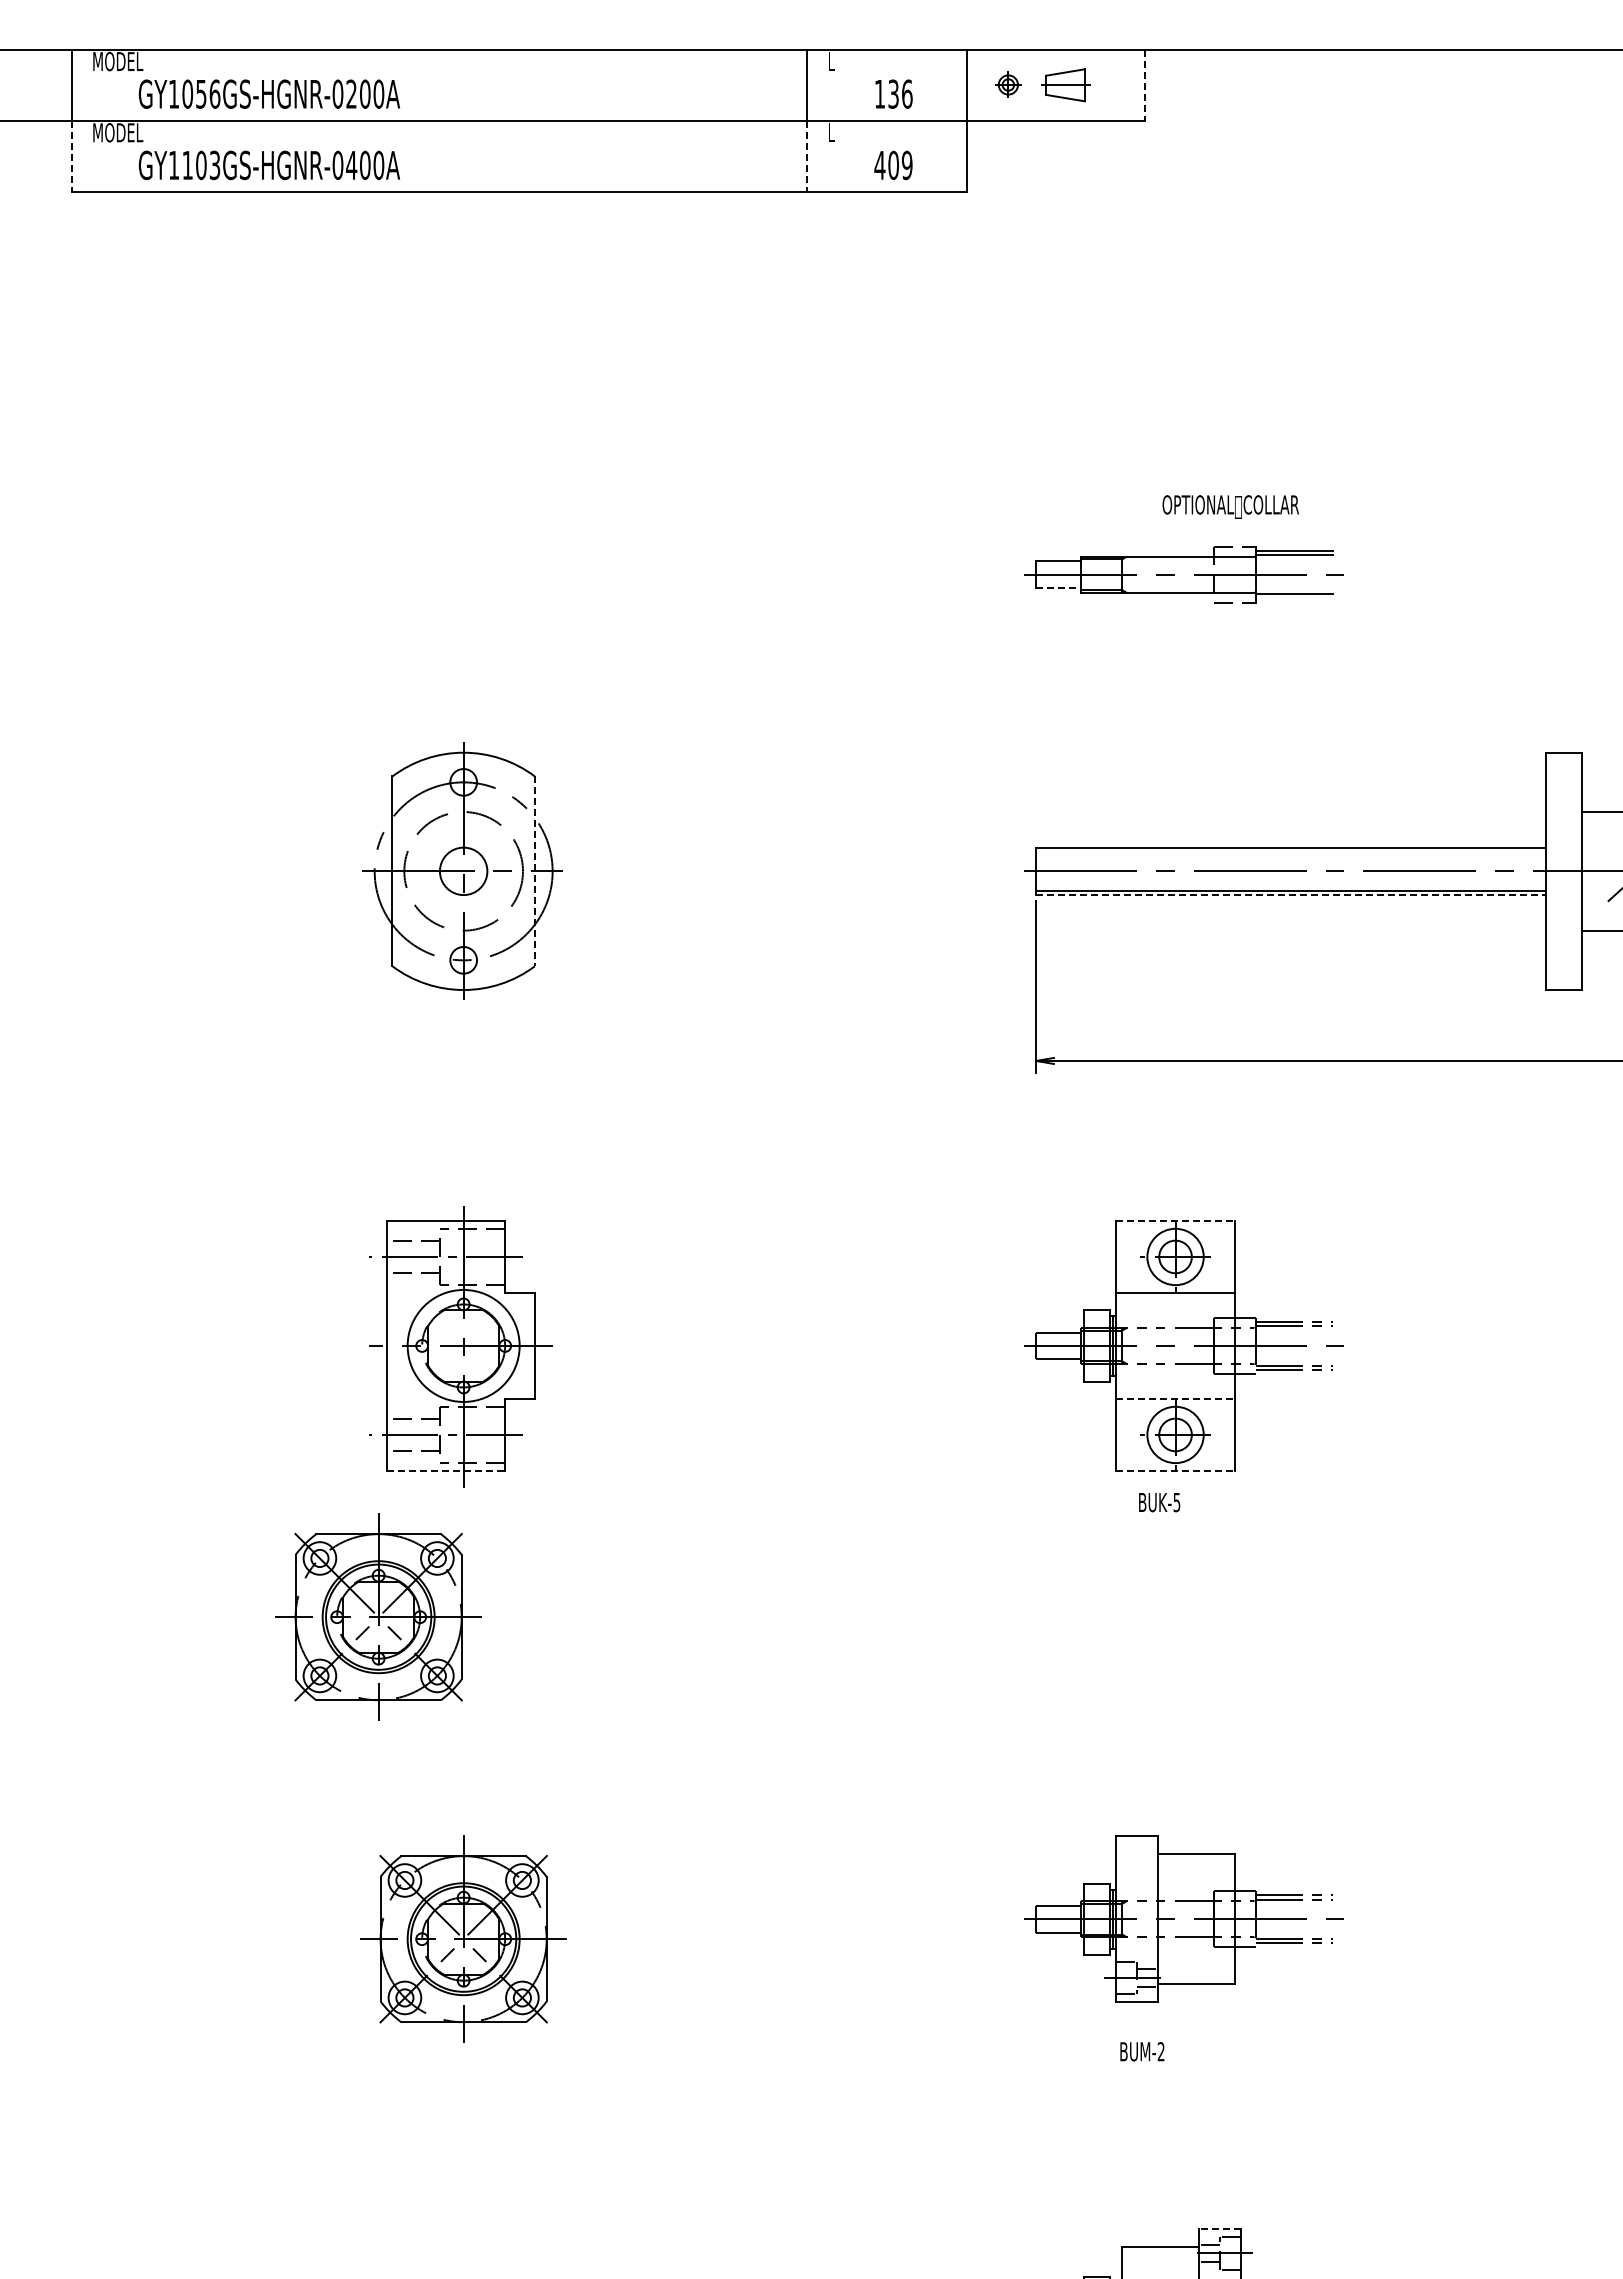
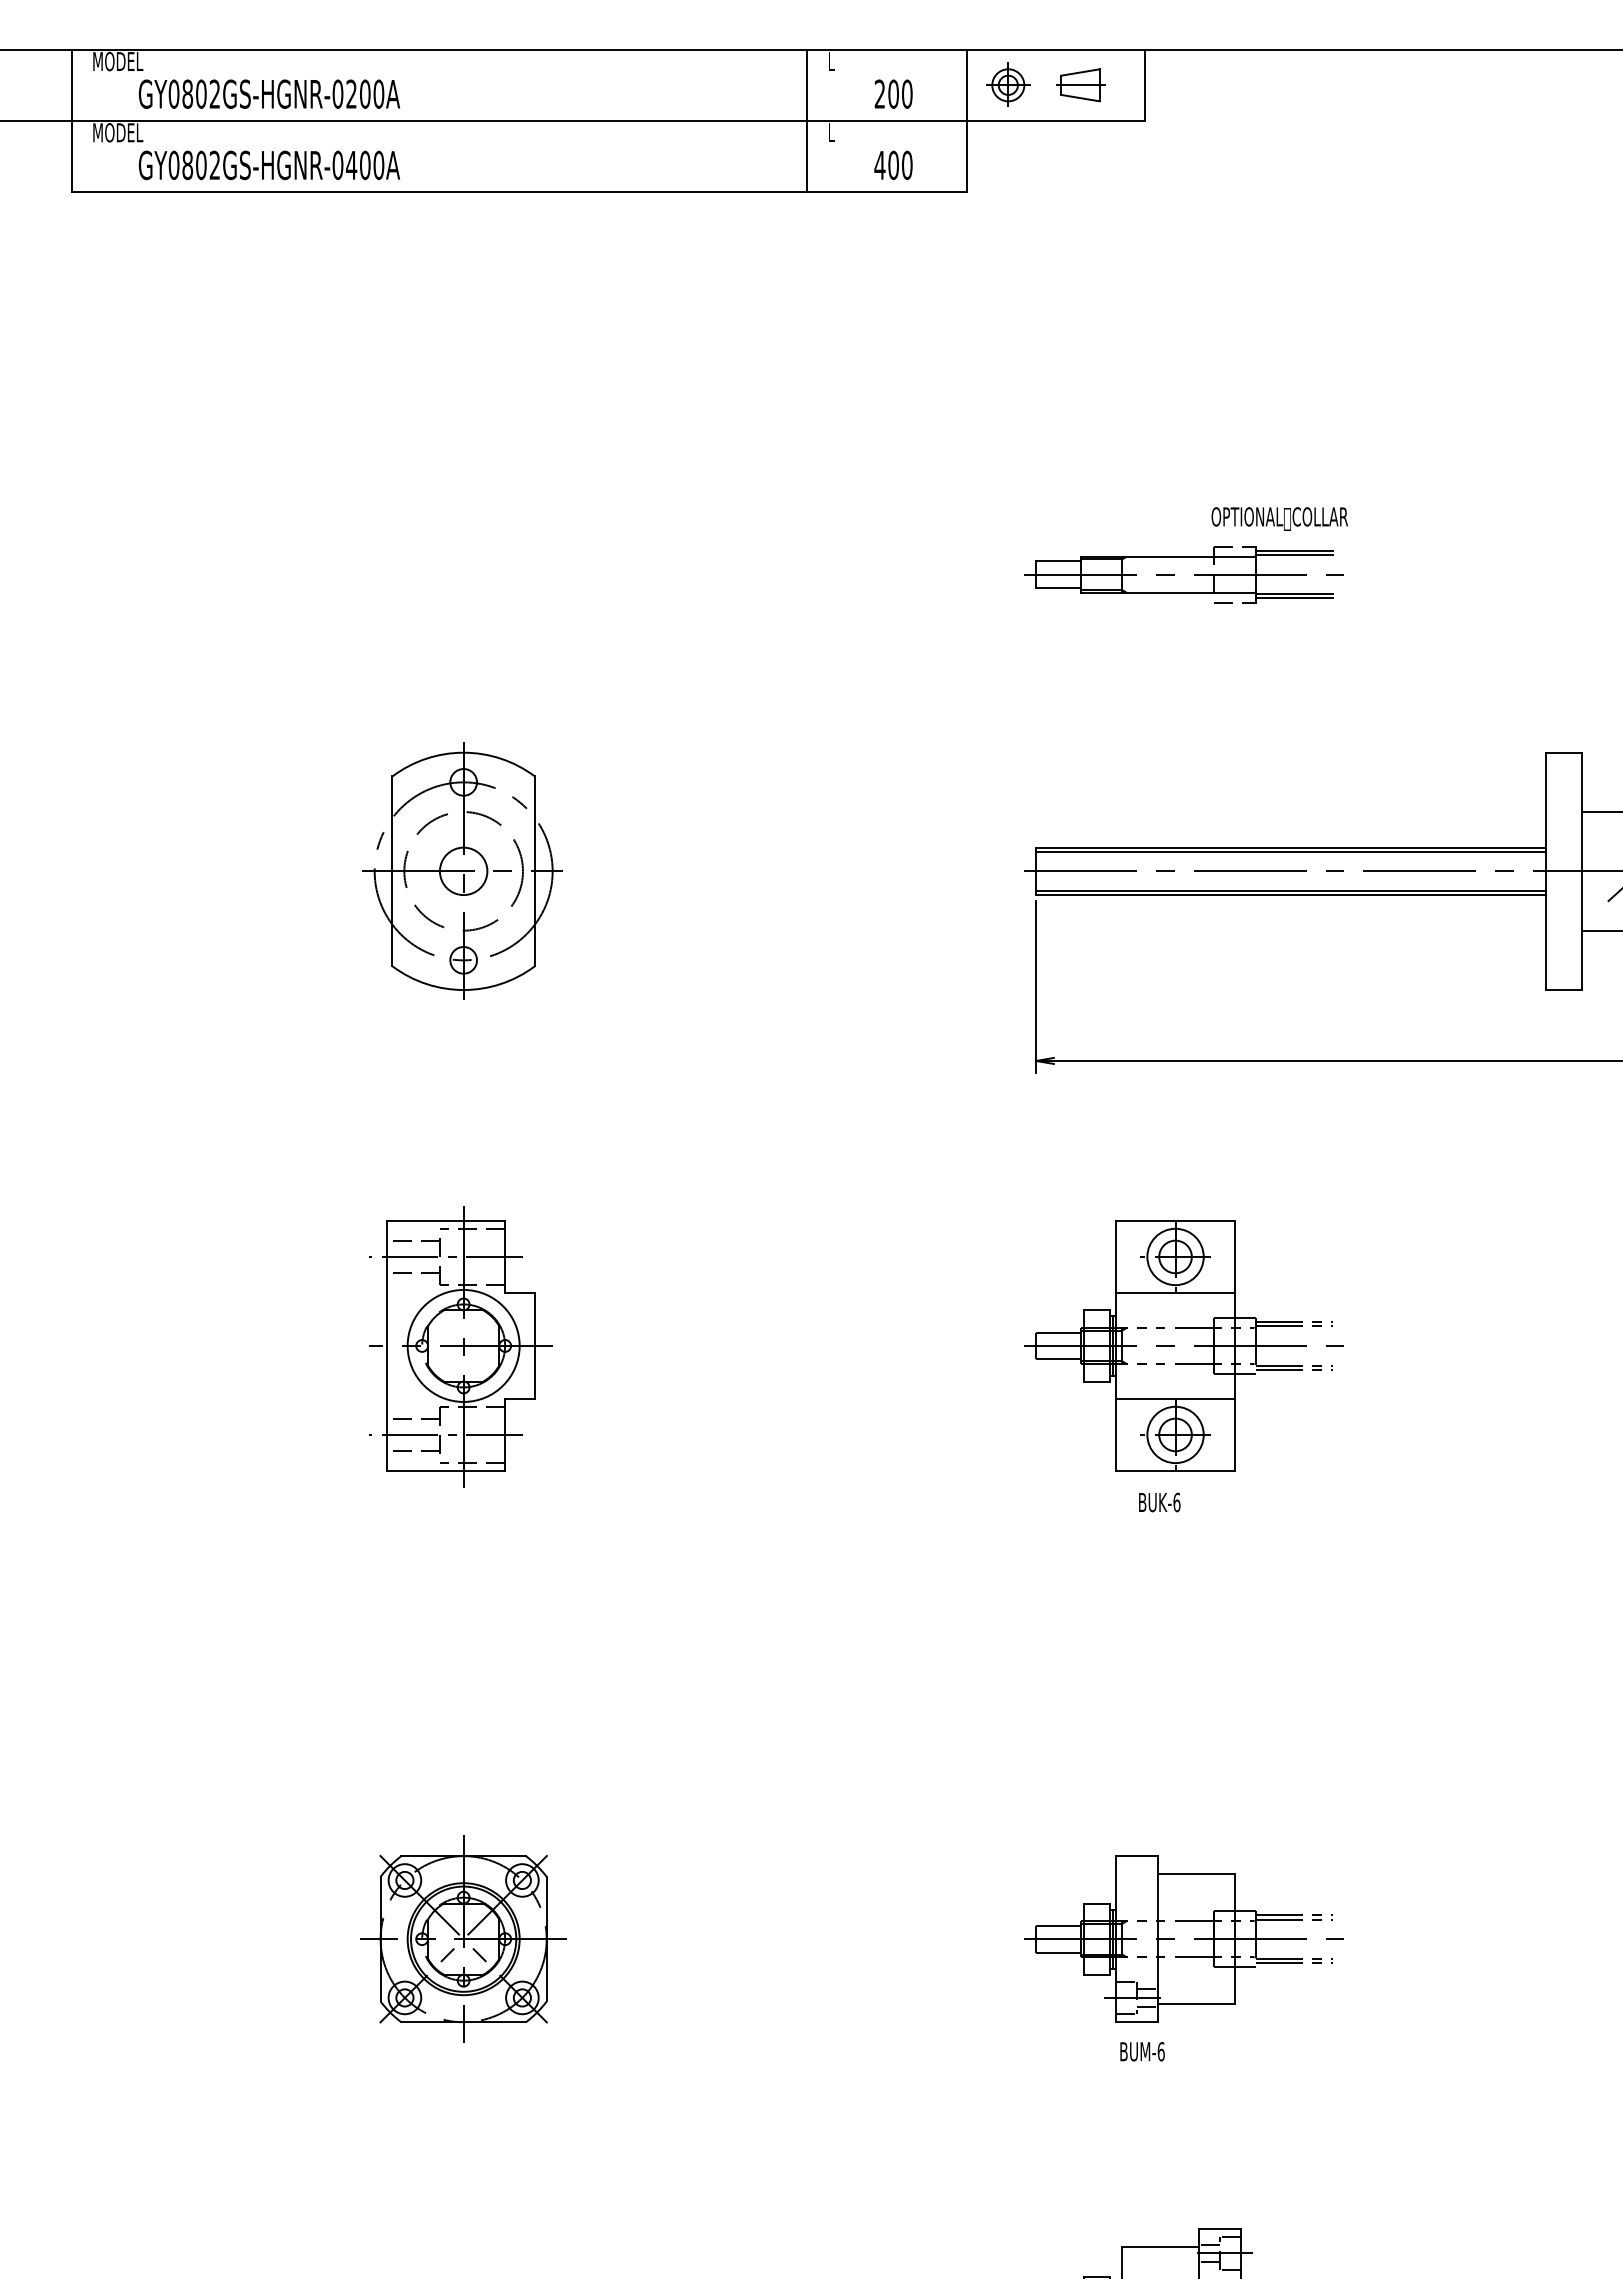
part at (1008, 84) size: 27x27 px -> 45x45 px
part at (1065, 85) position: (1065, 85) -> (1080, 85)
line at (1144, 85): dashed -> solid
text at (194, 93): GY1056GS-HGNR-0200A -> GY0802GS-HGNR-0200A
text at (893, 93): 136 -> 200
line at (71, 156): dashed -> solid
line at (807, 156): dashed -> solid
text at (194, 165): GY1103GS-HGNR-0400A -> GY0802GS-HGNR-0400A
text at (906, 165): 409 -> 400
text at (1230, 506) position: (1230, 506) -> (1279, 518)
line at (1058, 588): dashed -> solid
line at (1293, 598): none -> present
line at (1291, 851): none -> present
line at (534, 871): dashed -> solid
line at (1291, 895): dashed -> solid
line at (1176, 1221): dashed -> solid
line at (1176, 1399): dashed -> solid
line at (446, 1470): dashed -> solid
line at (1176, 1470): dashed -> solid
text at (1176, 1502): BUK-5 -> BUK-6
part at (378, 1616): present -> none
part at (1183, 1918) position: (1183, 1918) -> (1183, 1938)
text at (1160, 2051): BUM-2 -> BUM-6
line at (1220, 2229): dashed -> solid
